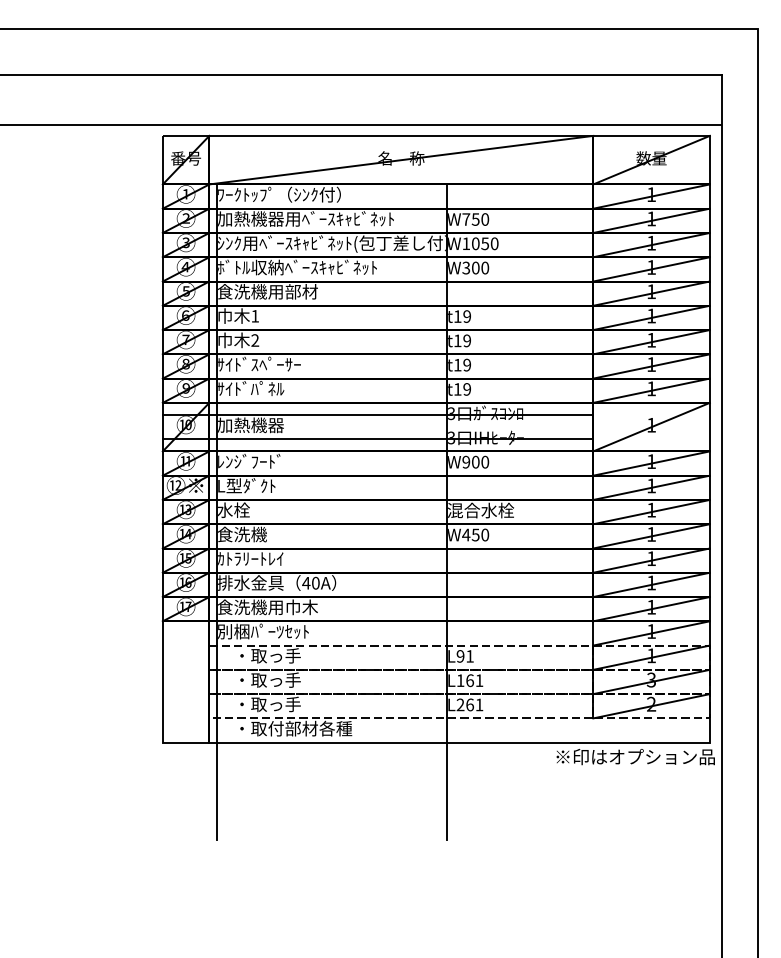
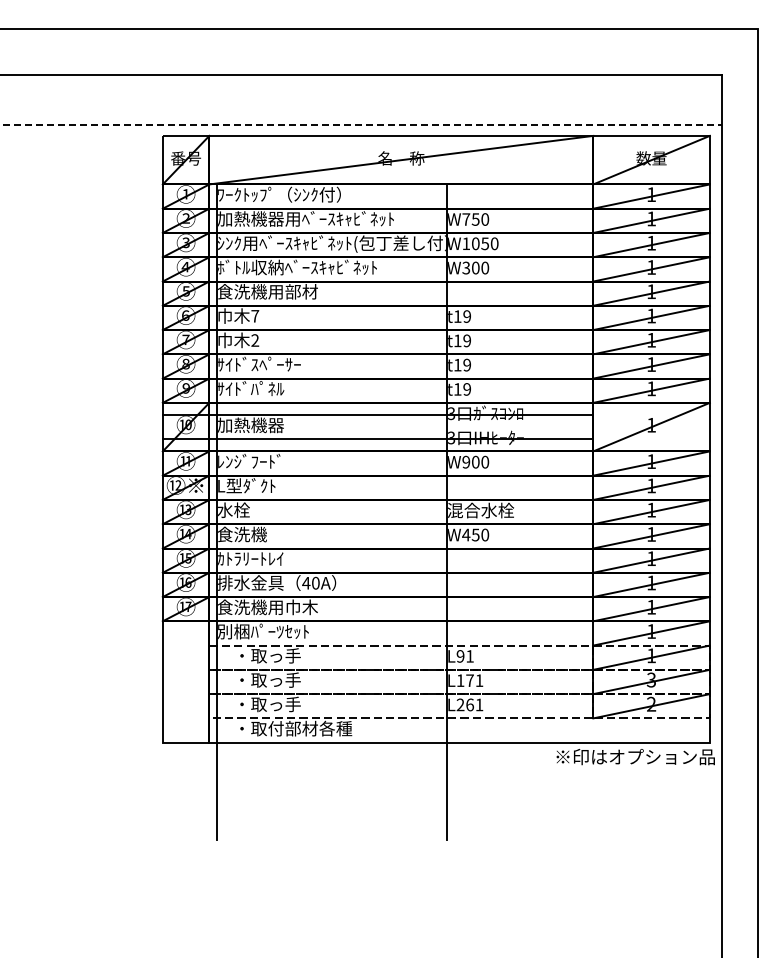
line at (360, 124): solid -> dashed
text at (255, 316): 1 -> 7
text at (469, 680): L161 -> L171
